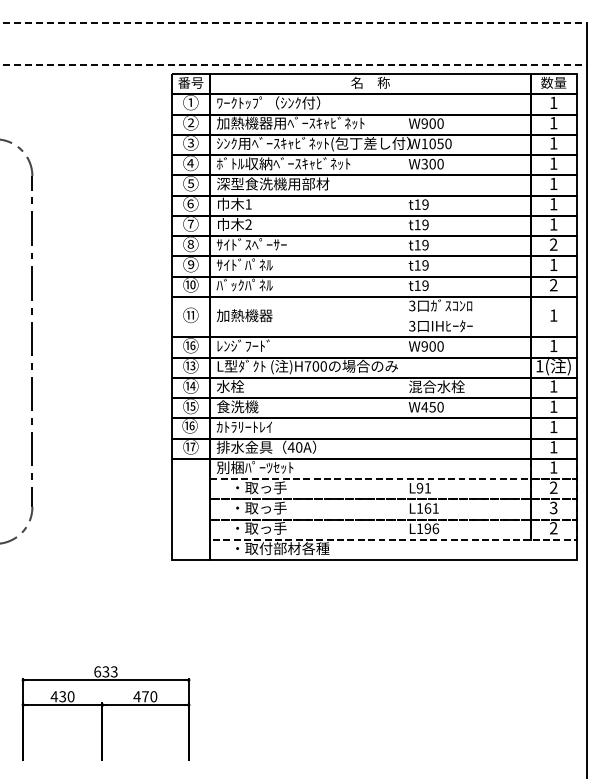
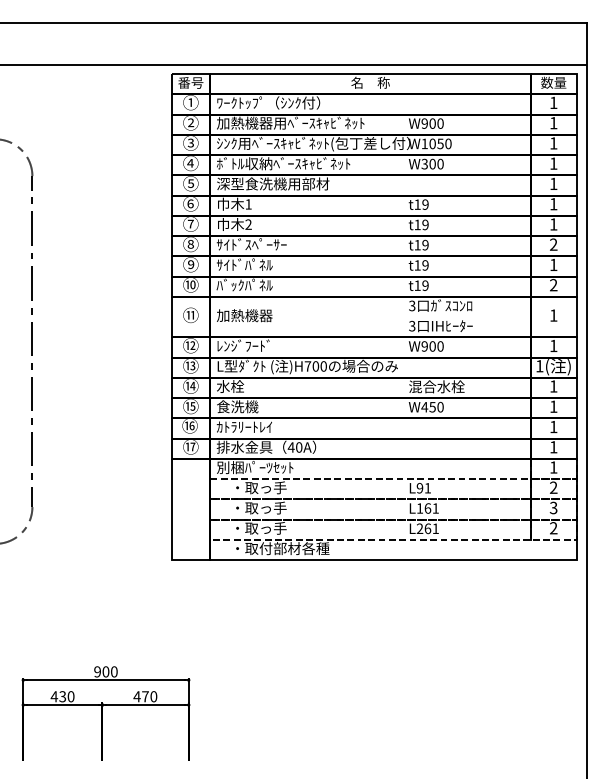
line at (293, 23): dashed -> solid
line at (293, 64): dashed -> solid
text at (192, 345): ⑯ -> ⑫
text at (427, 528): L196 -> L261
text at (105, 671): 633 -> 900
